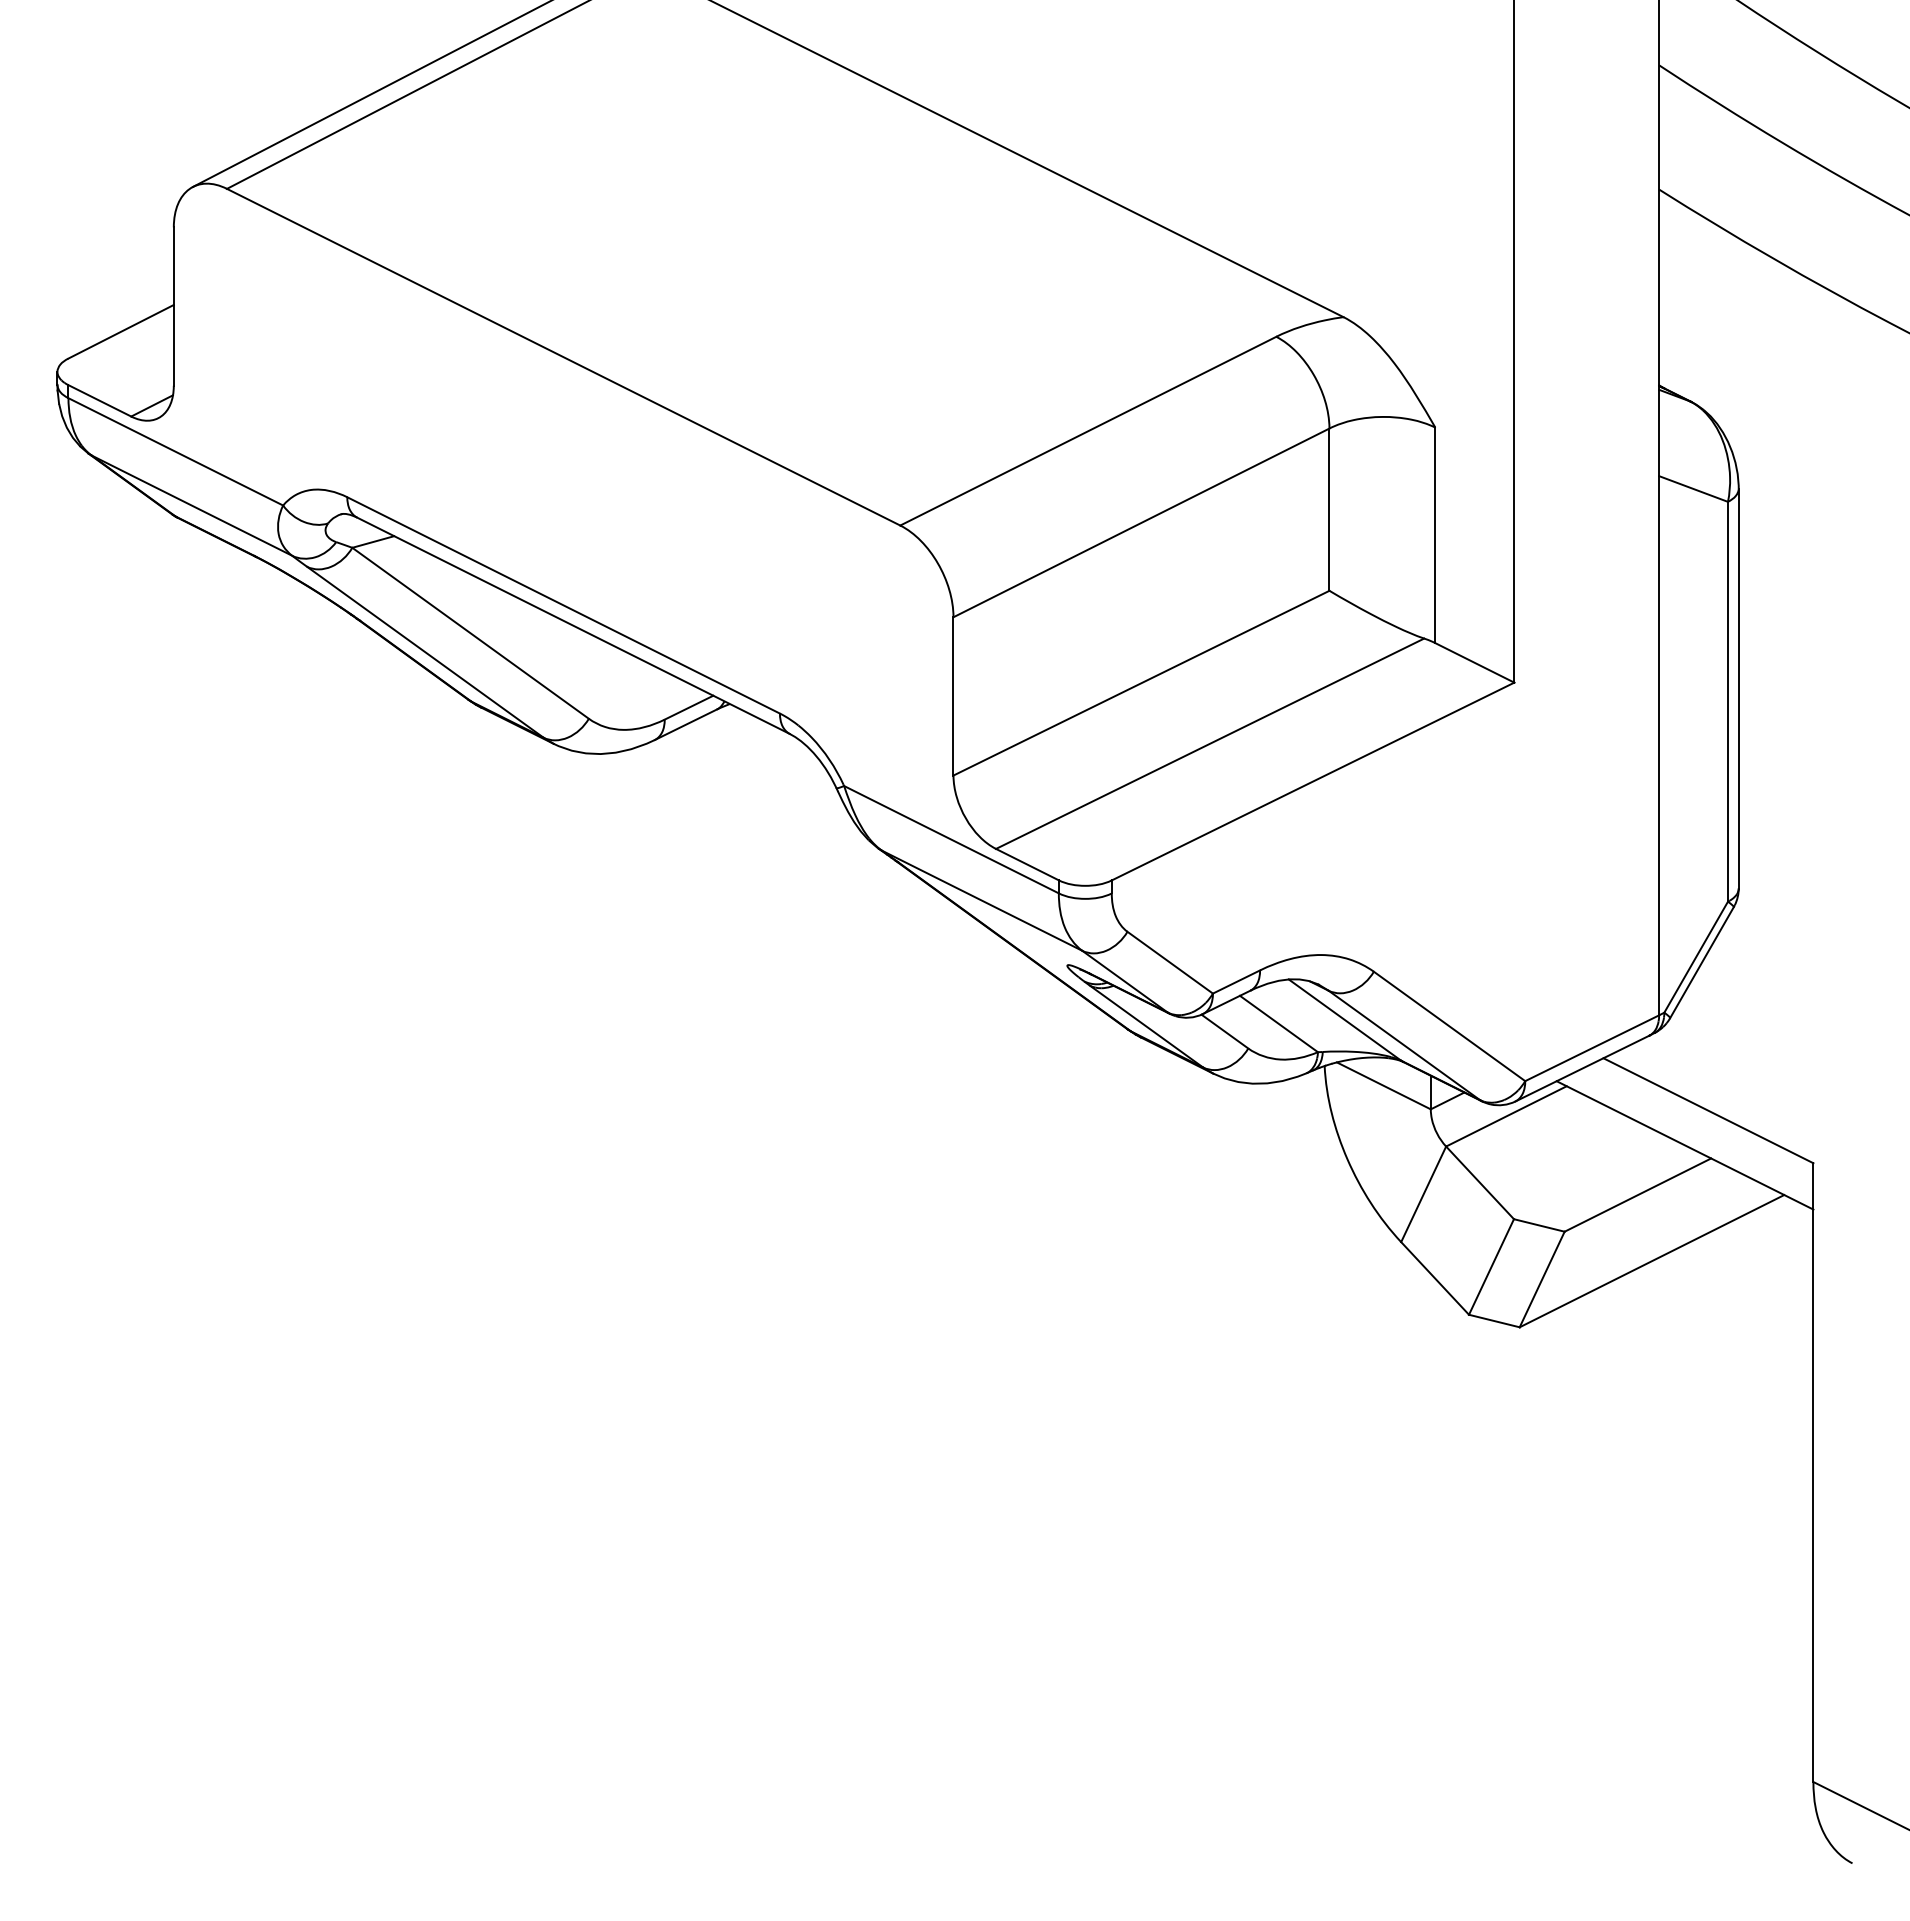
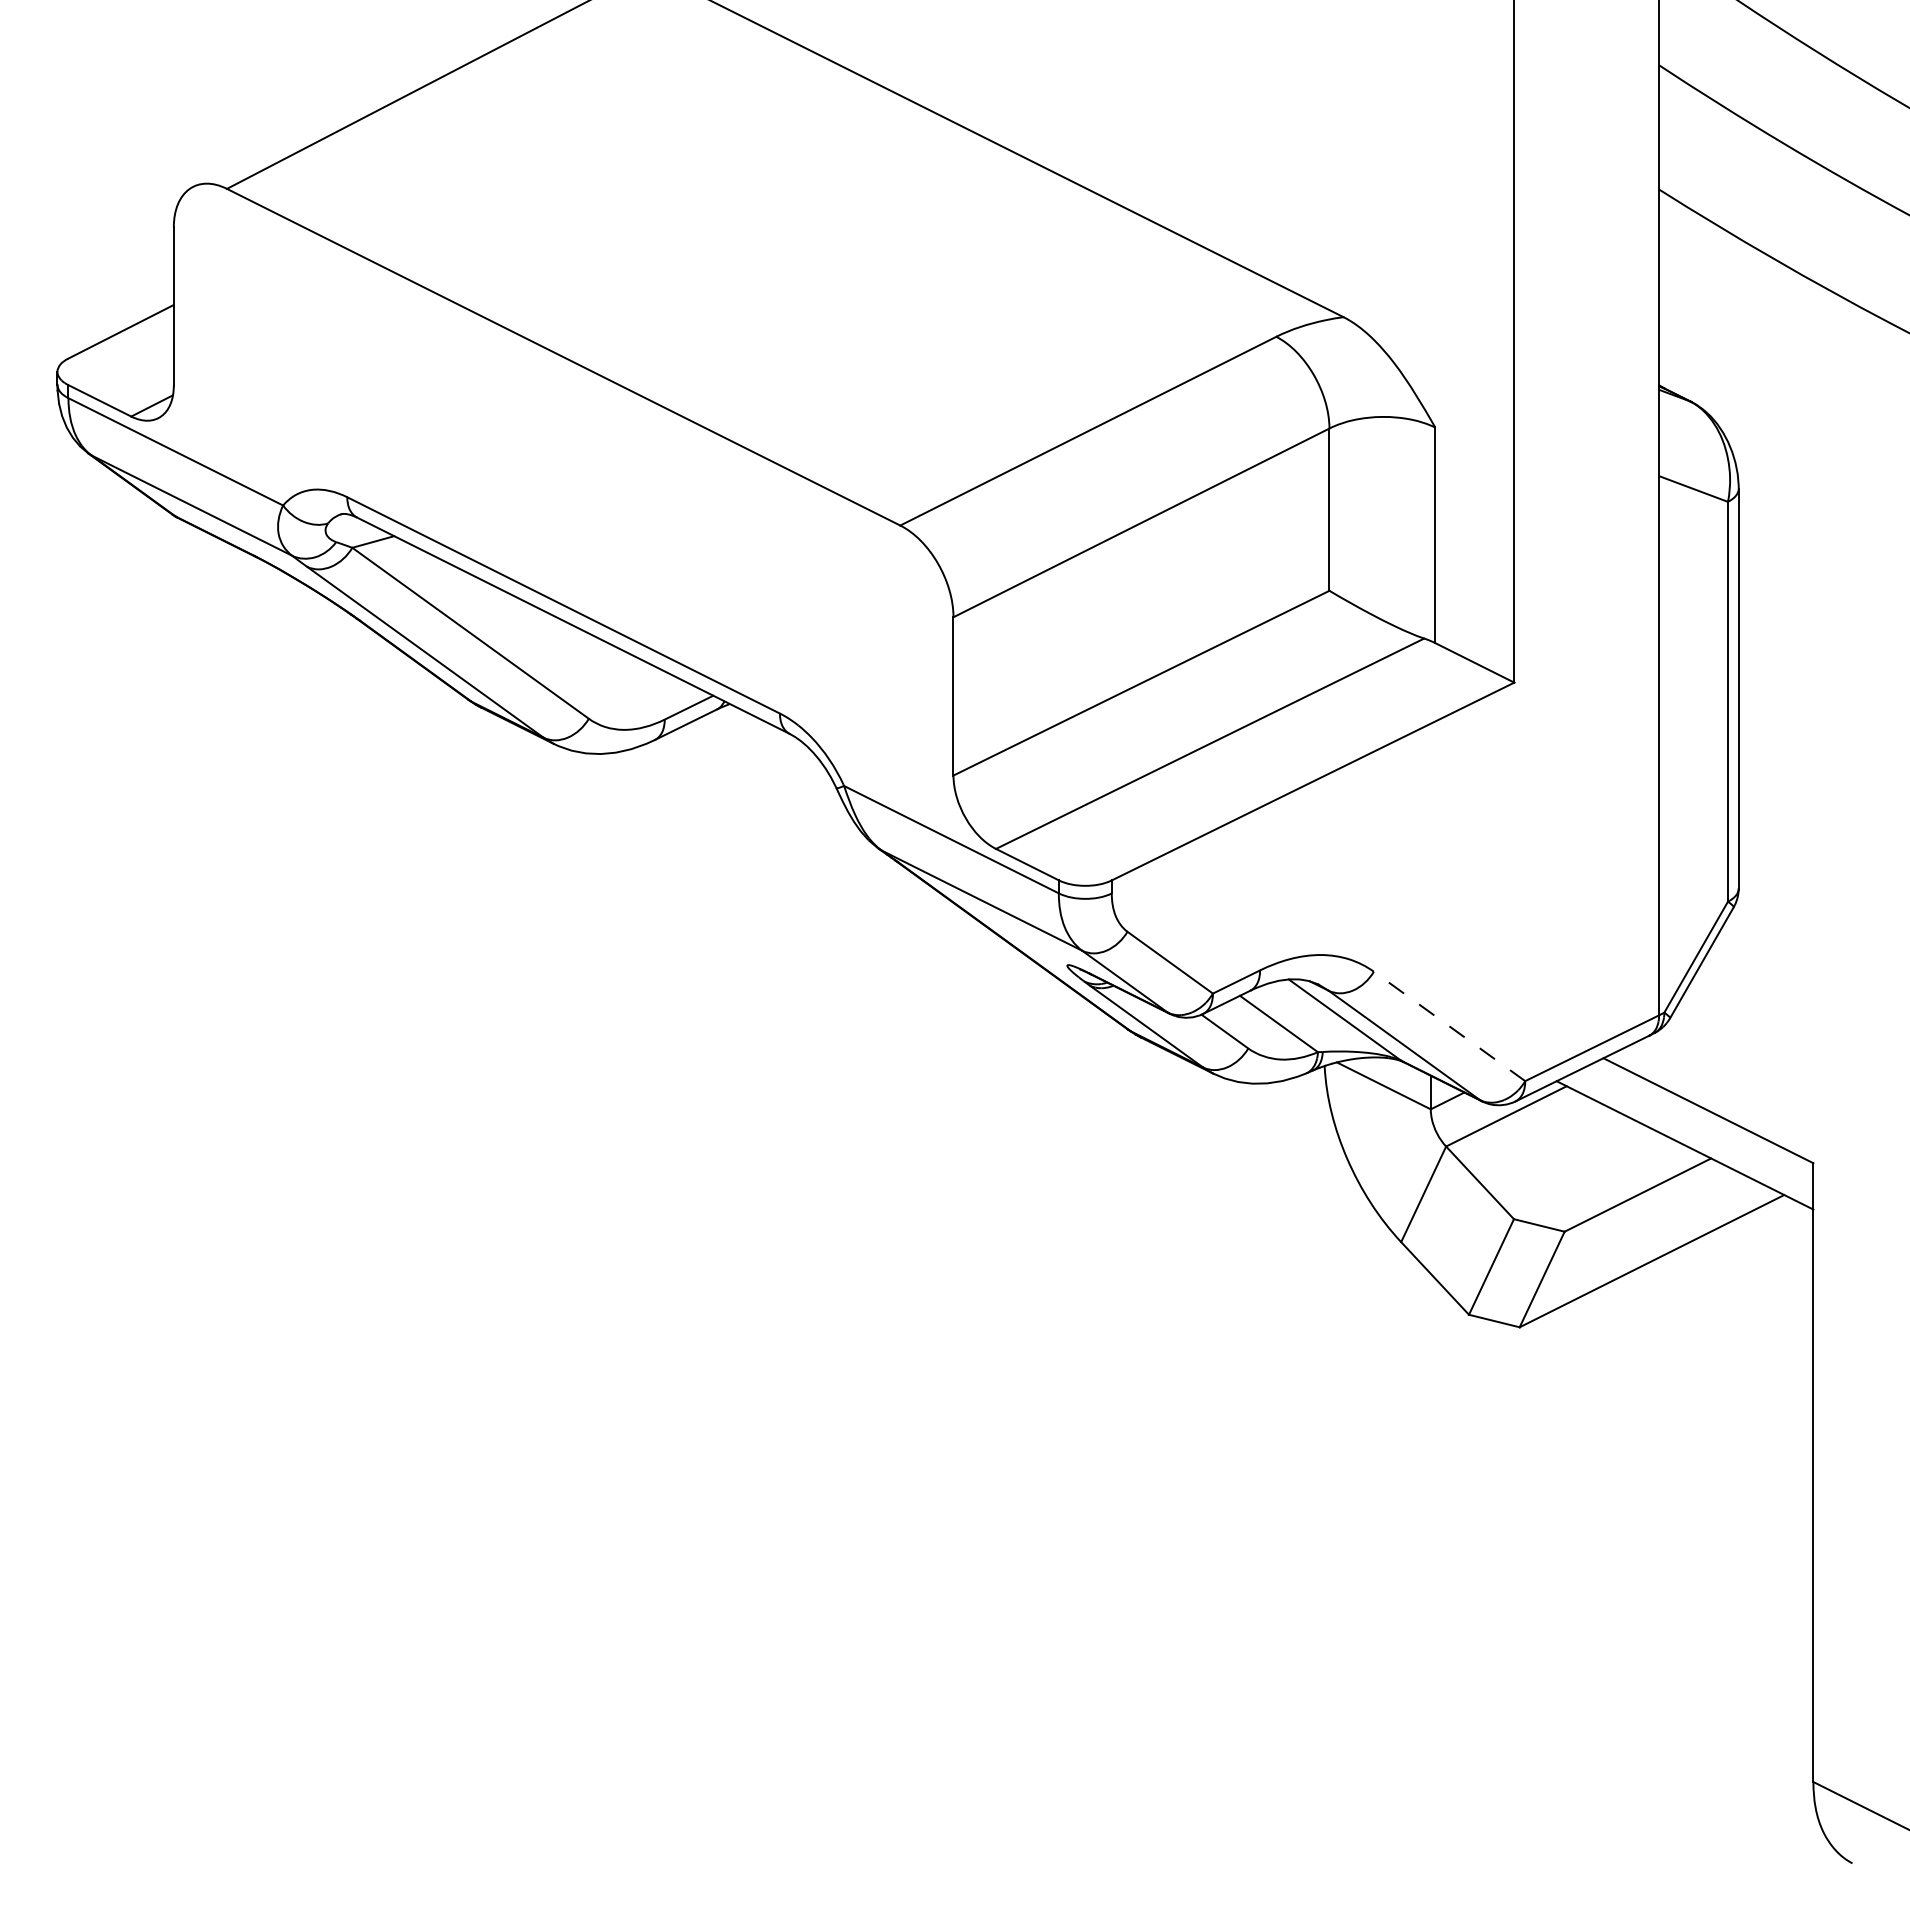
line at (370, 94): present -> none
line at (1449, 1026): solid -> dashed
